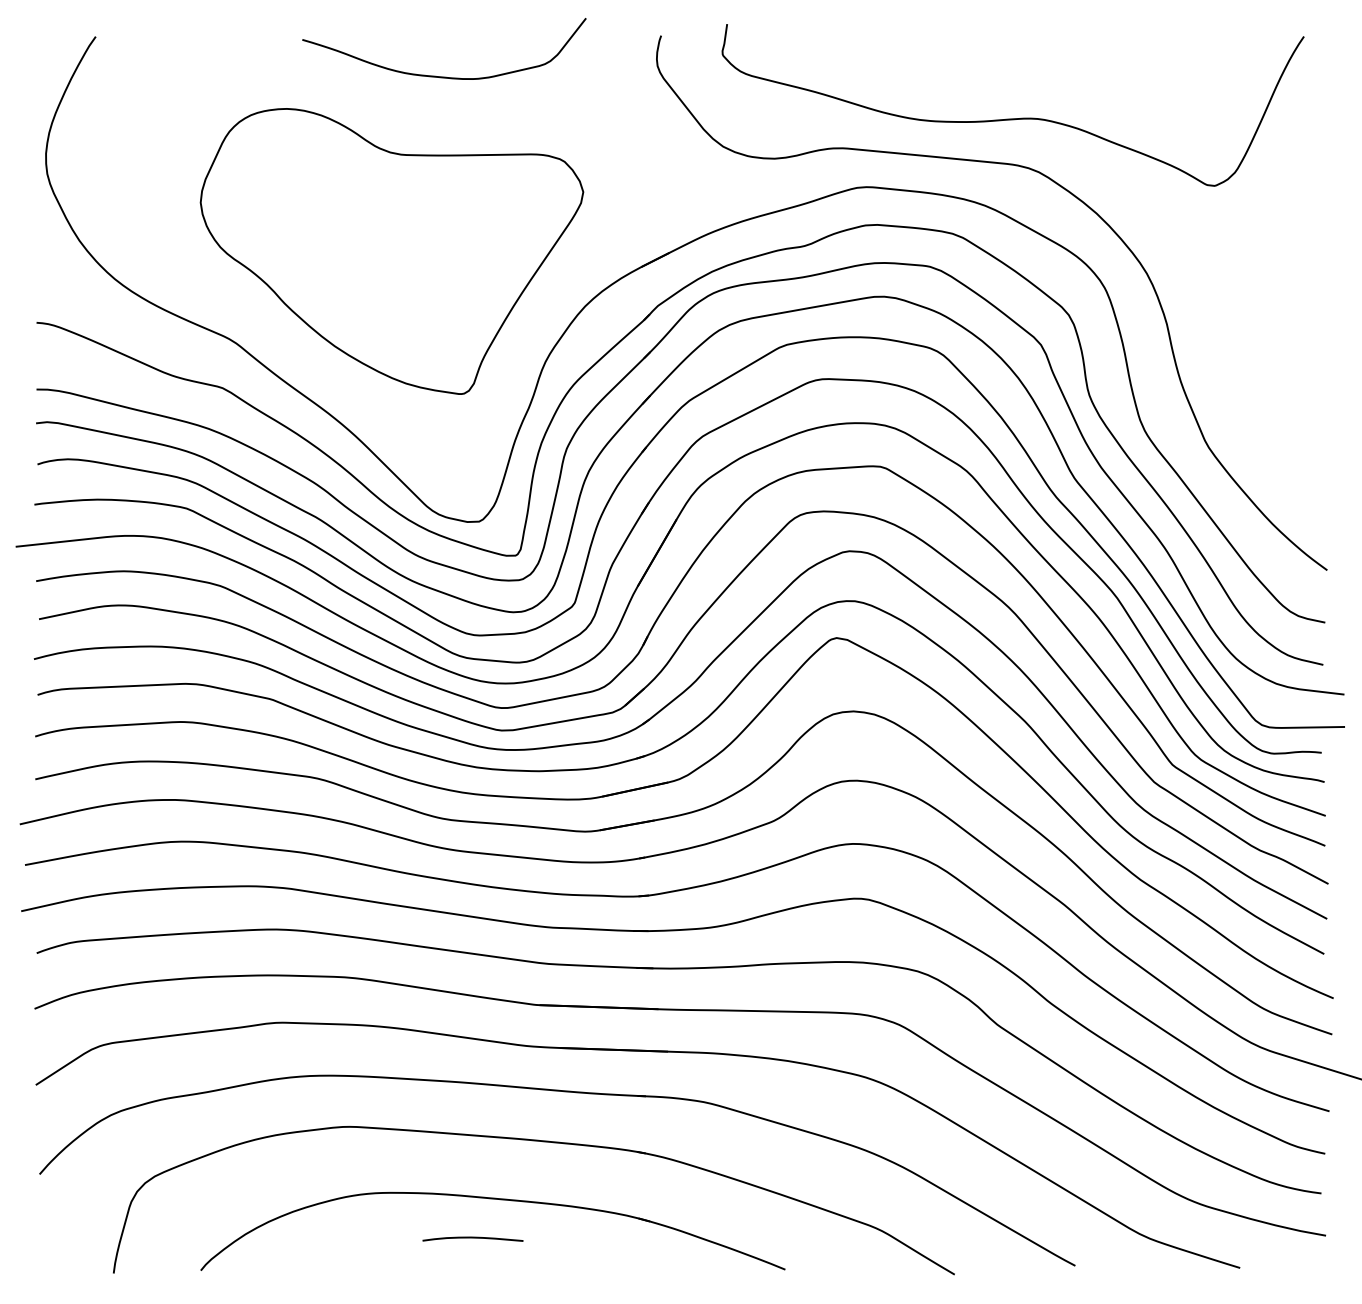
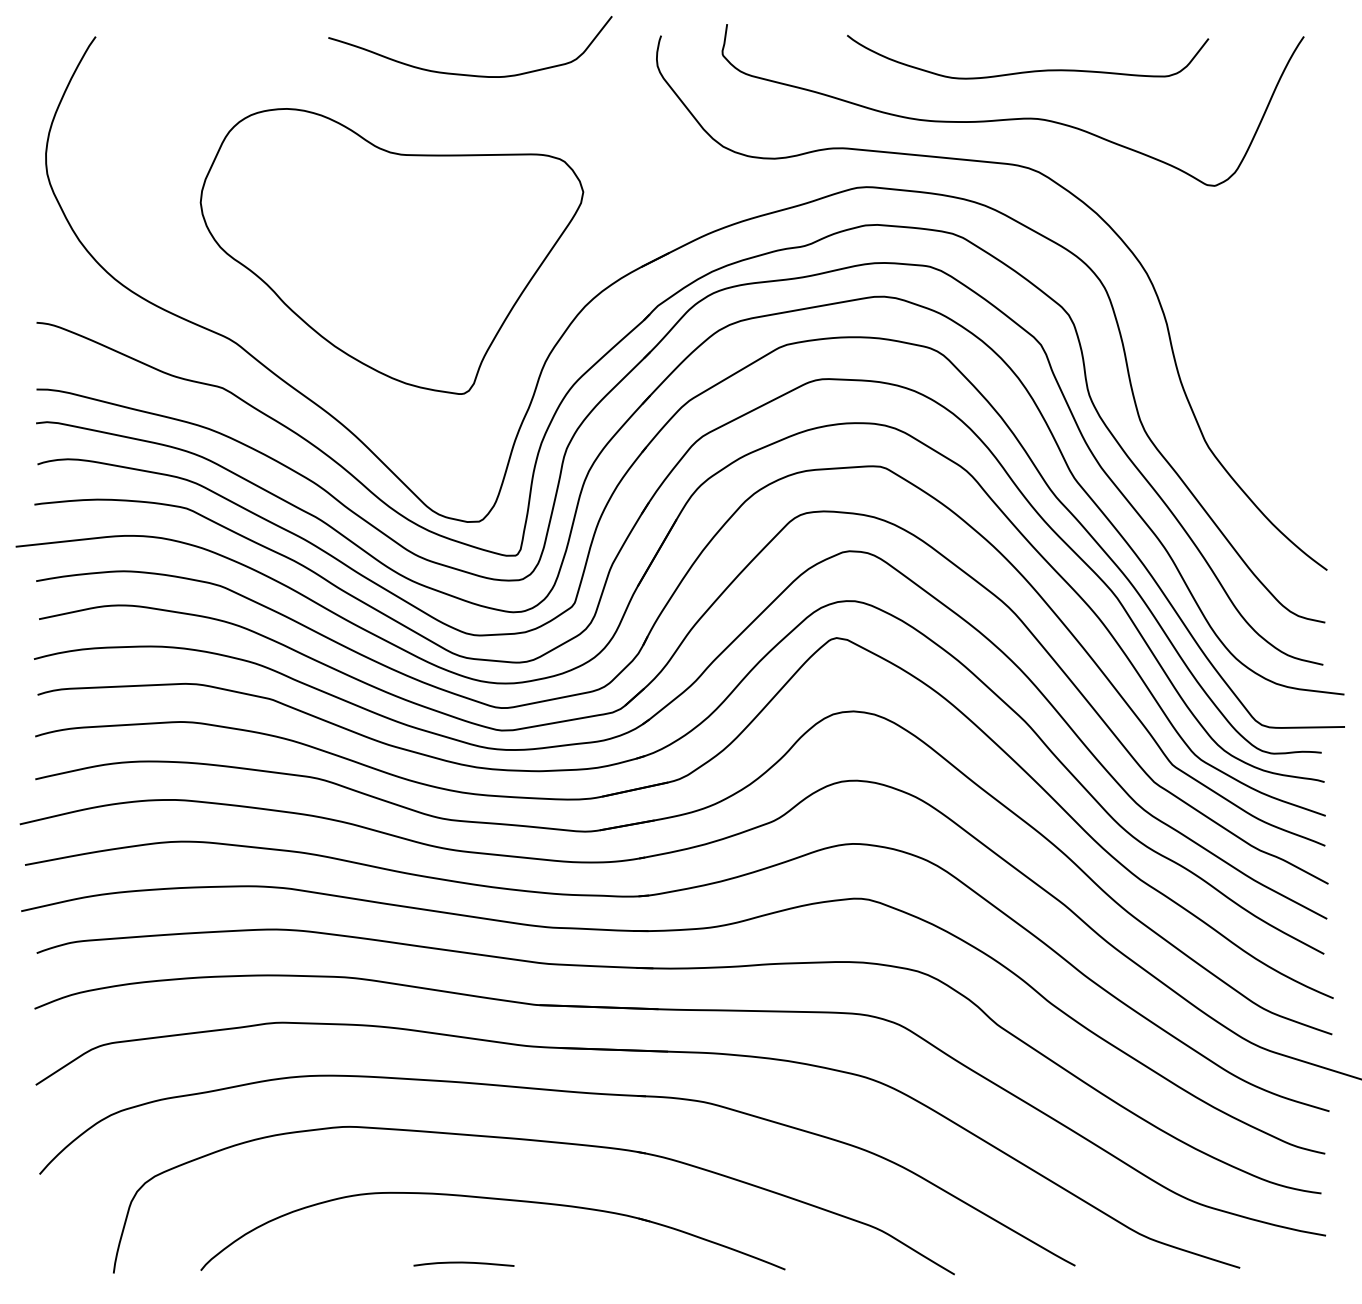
curve at (1030, 70): none -> present
curve at (444, 76) position: (444, 76) -> (470, 74)
curve at (472, 1238) position: (472, 1238) -> (463, 1263)
